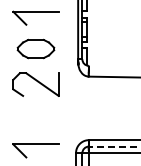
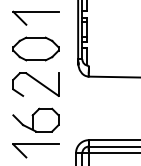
part at (35, 48) size: 40x22 px -> 48x26 px
part at (35, 119): none -> present
line at (114, 146): dashed -> solid
